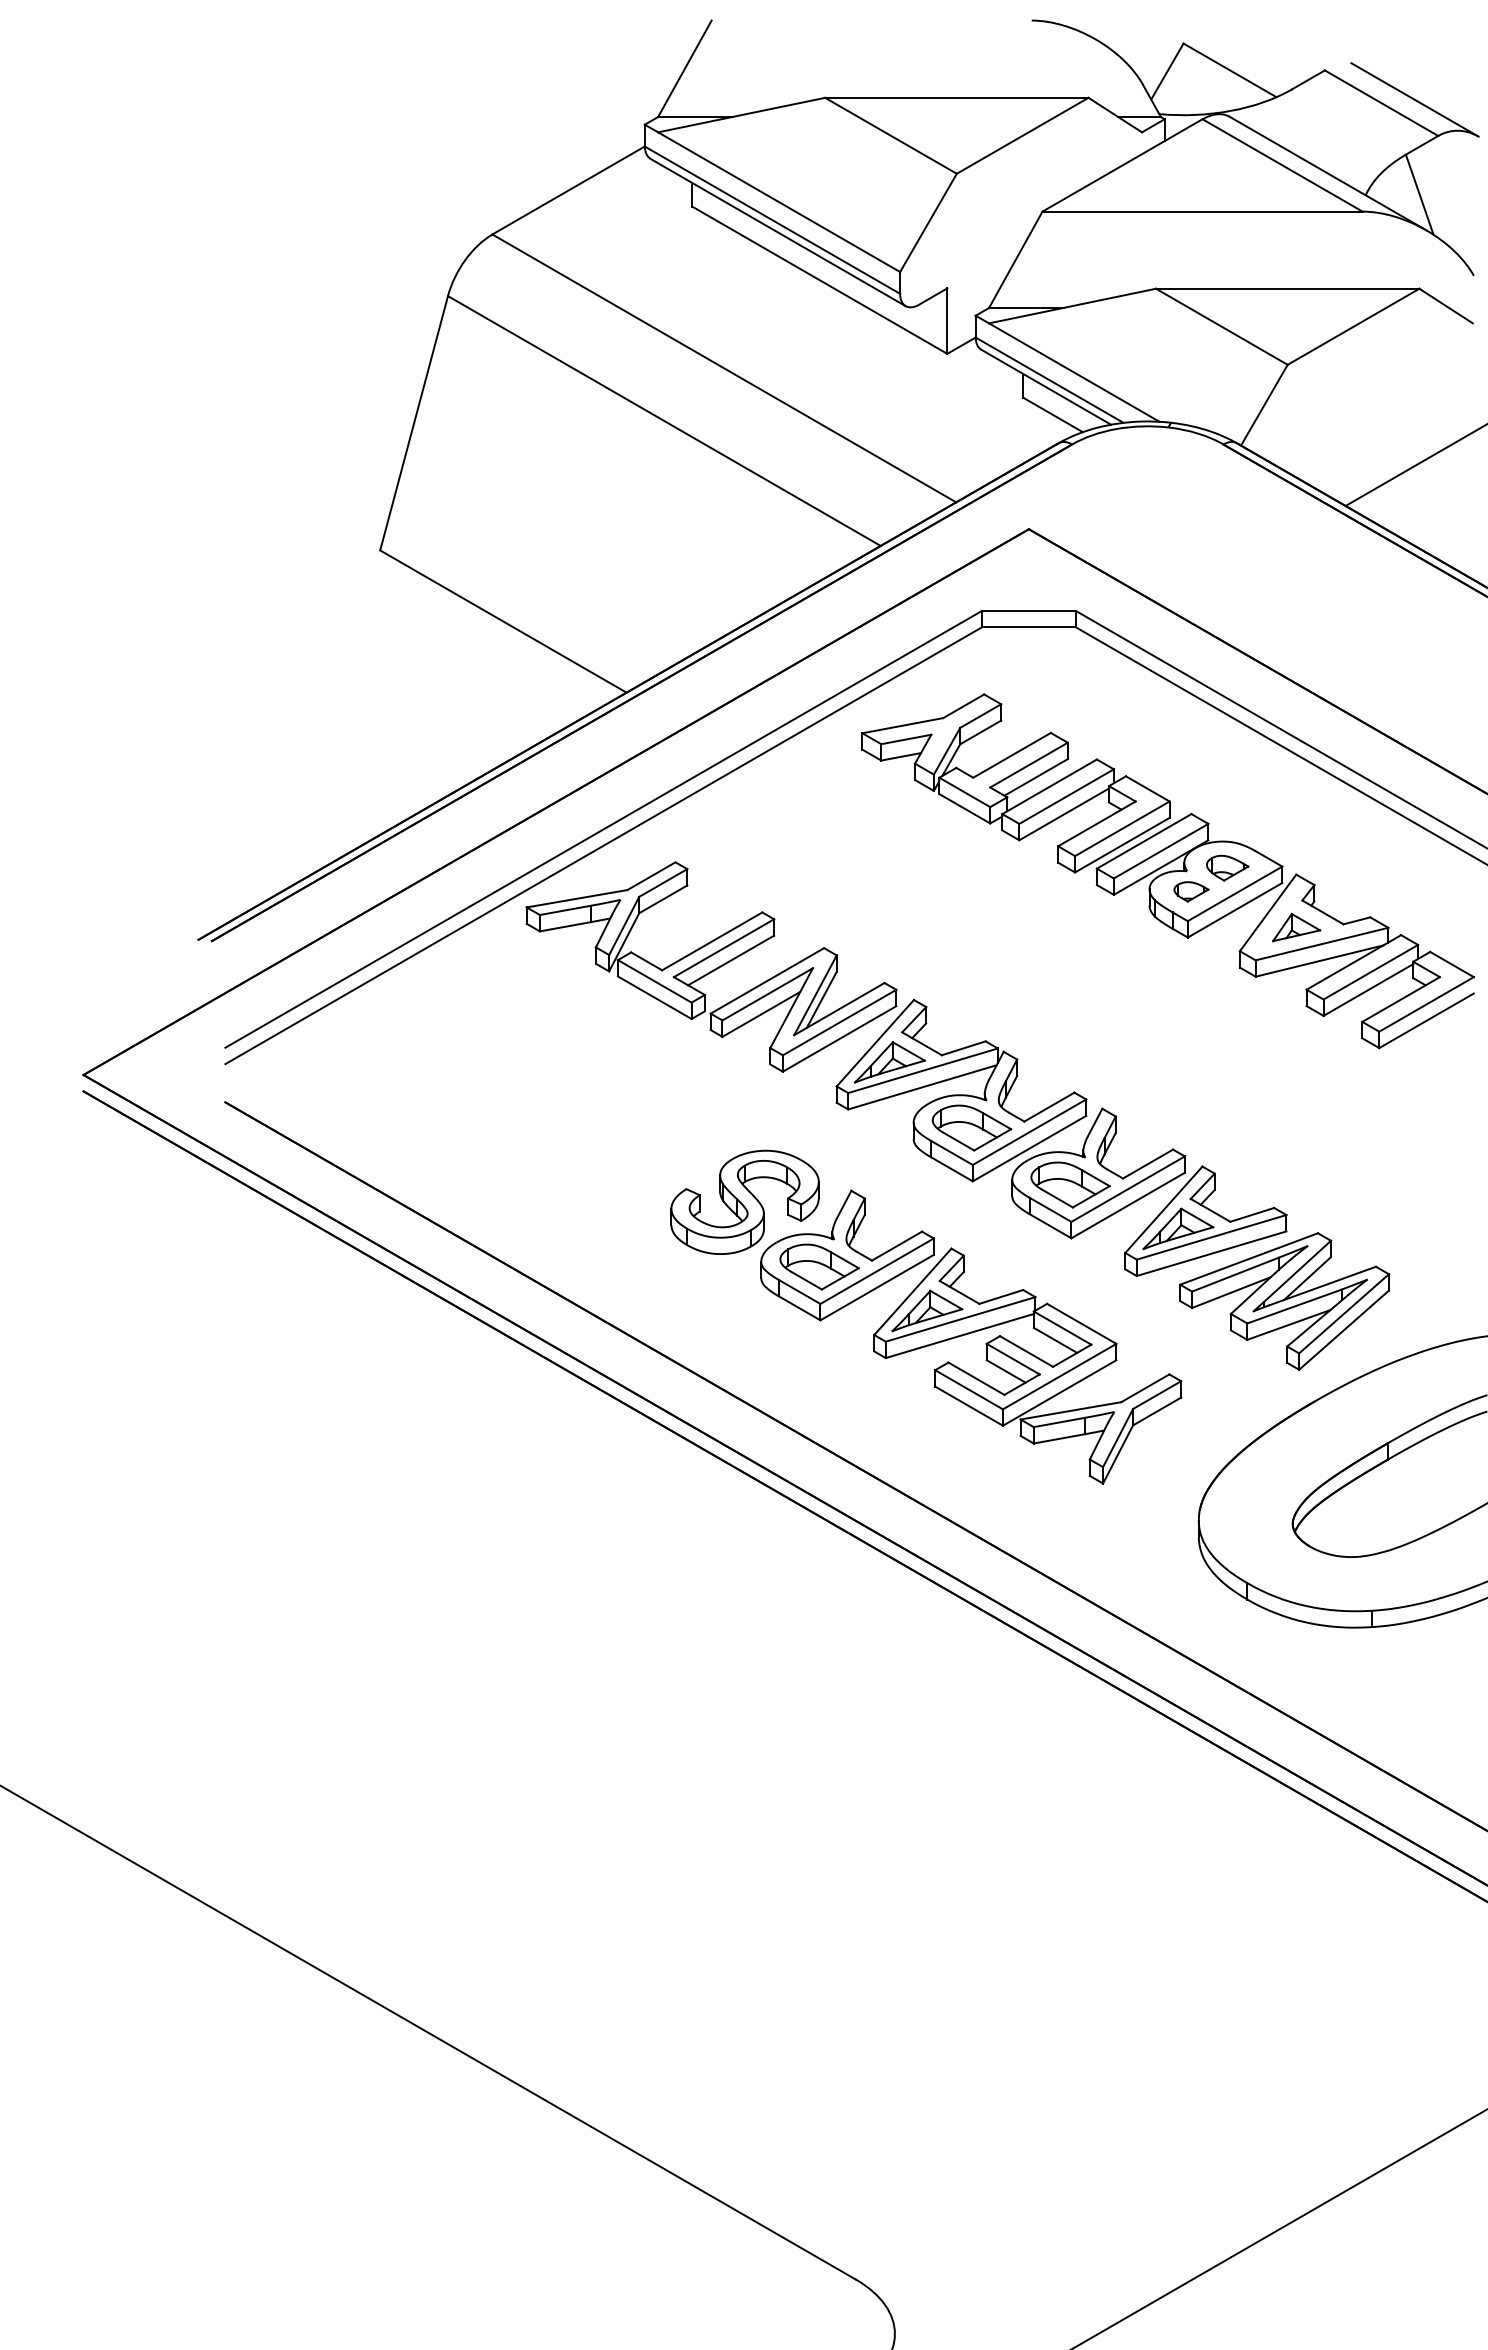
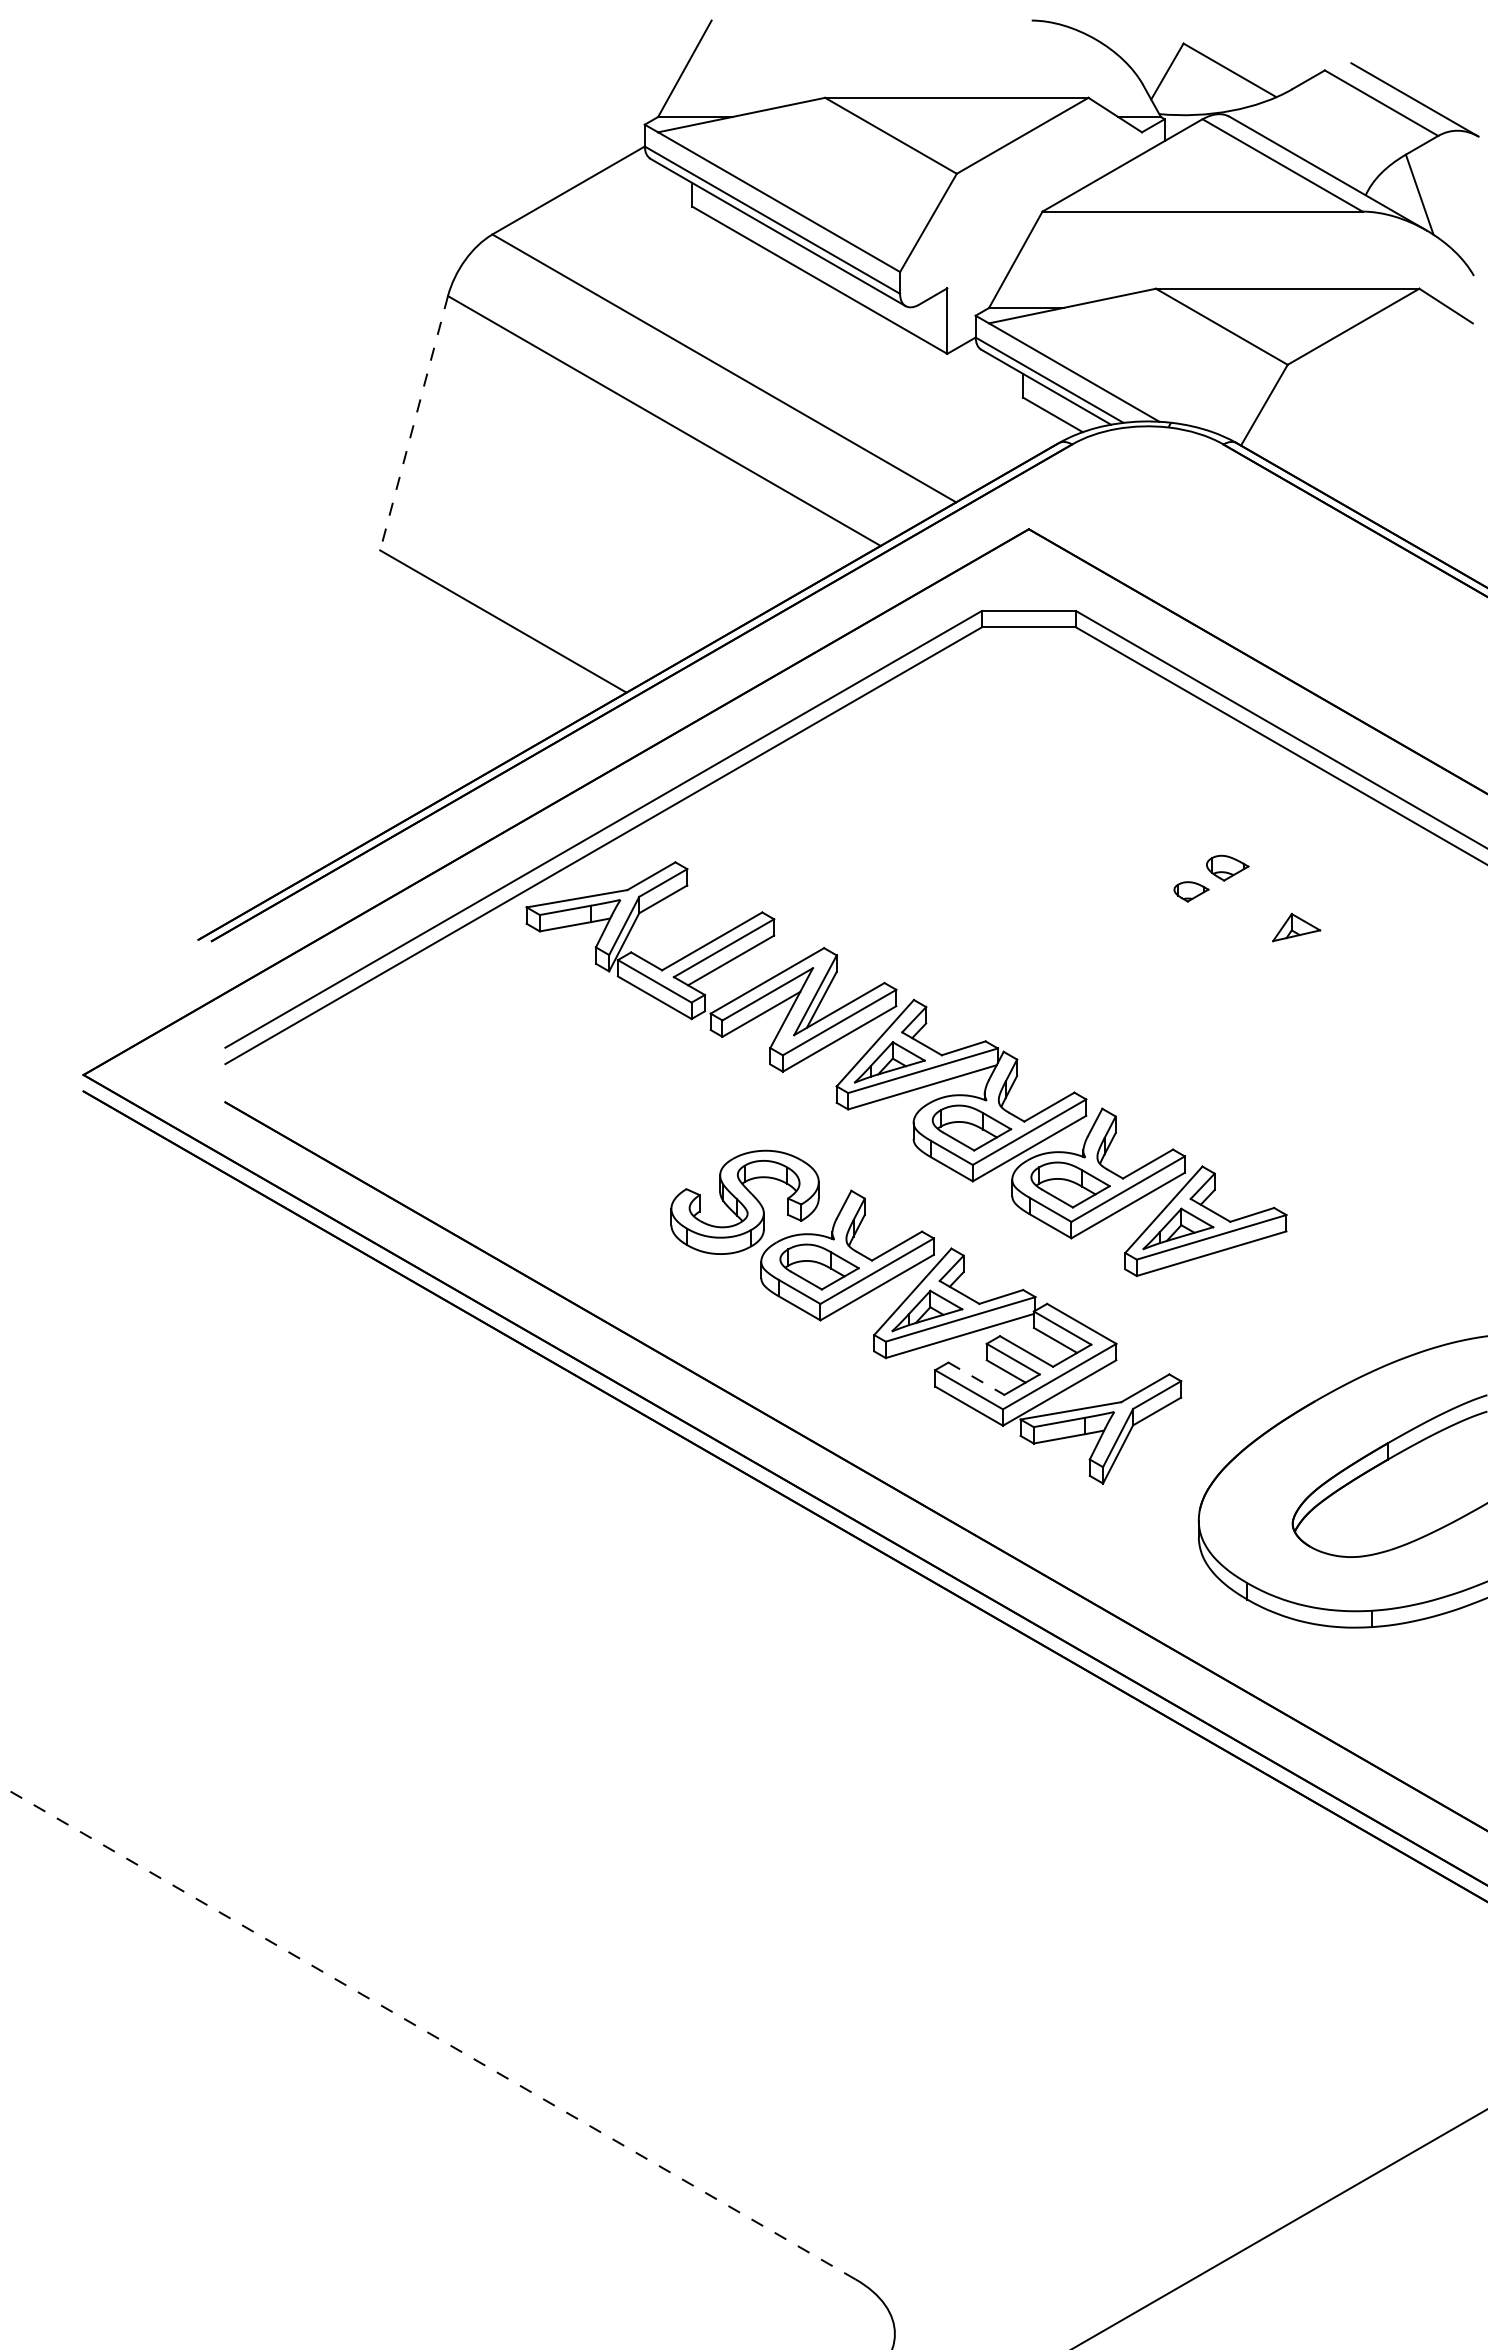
line at (414, 423): solid -> dashed
line at (1414, 465): present -> none
part at (1167, 871): present -> none
part at (1284, 1301): present -> none
line at (976, 1378): solid -> dashed
line at (428, 2032): solid -> dashed
